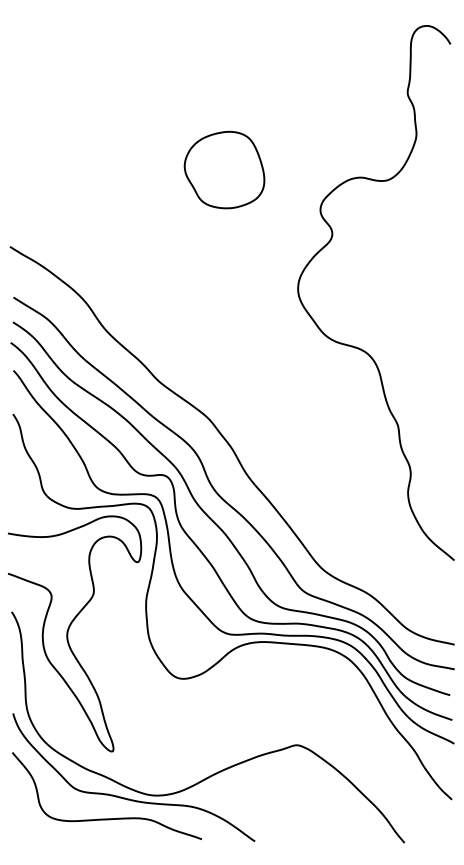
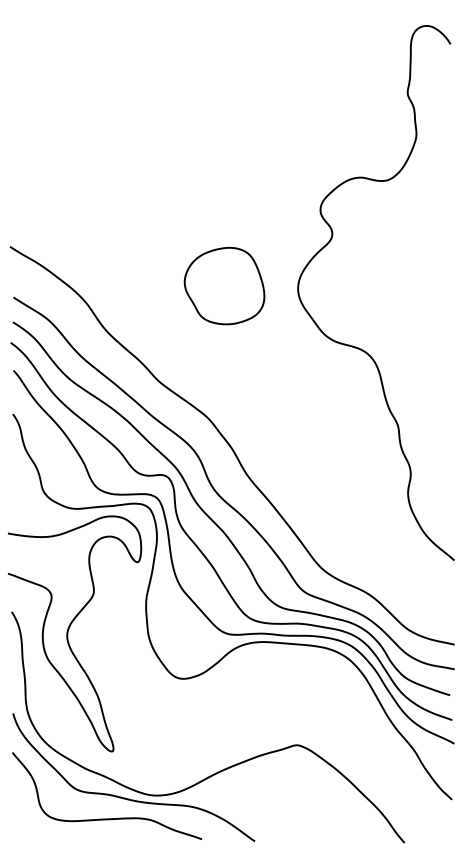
part at (224, 170) position: (224, 170) -> (224, 286)
